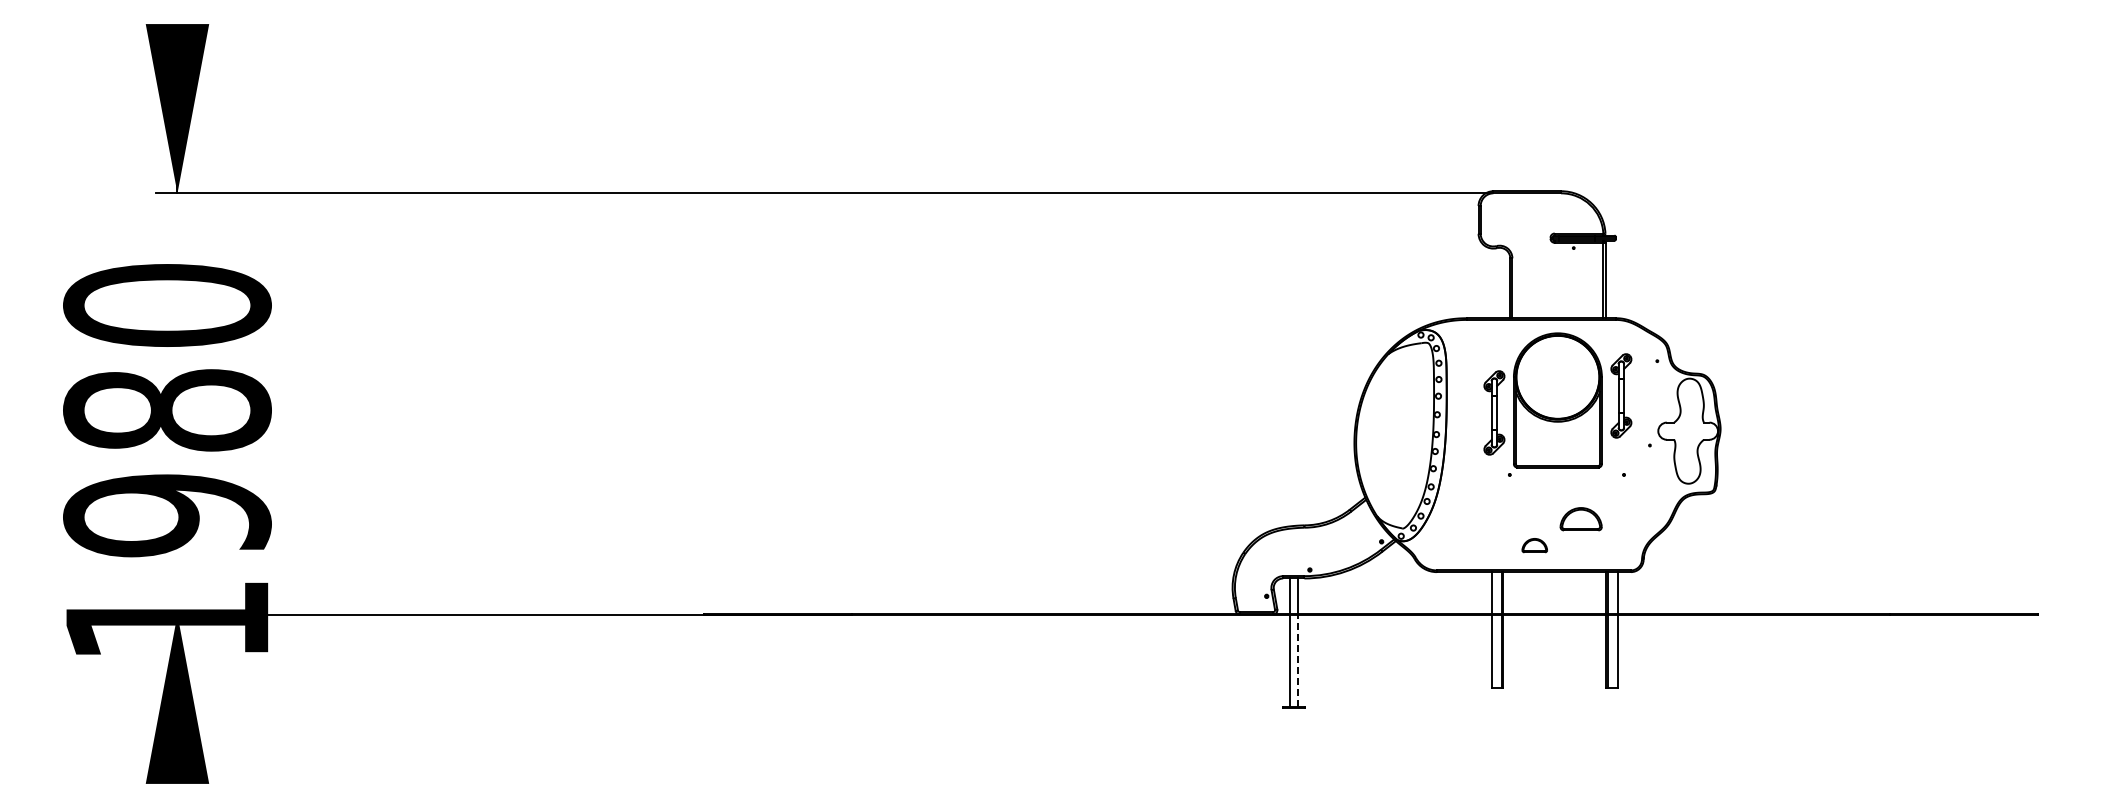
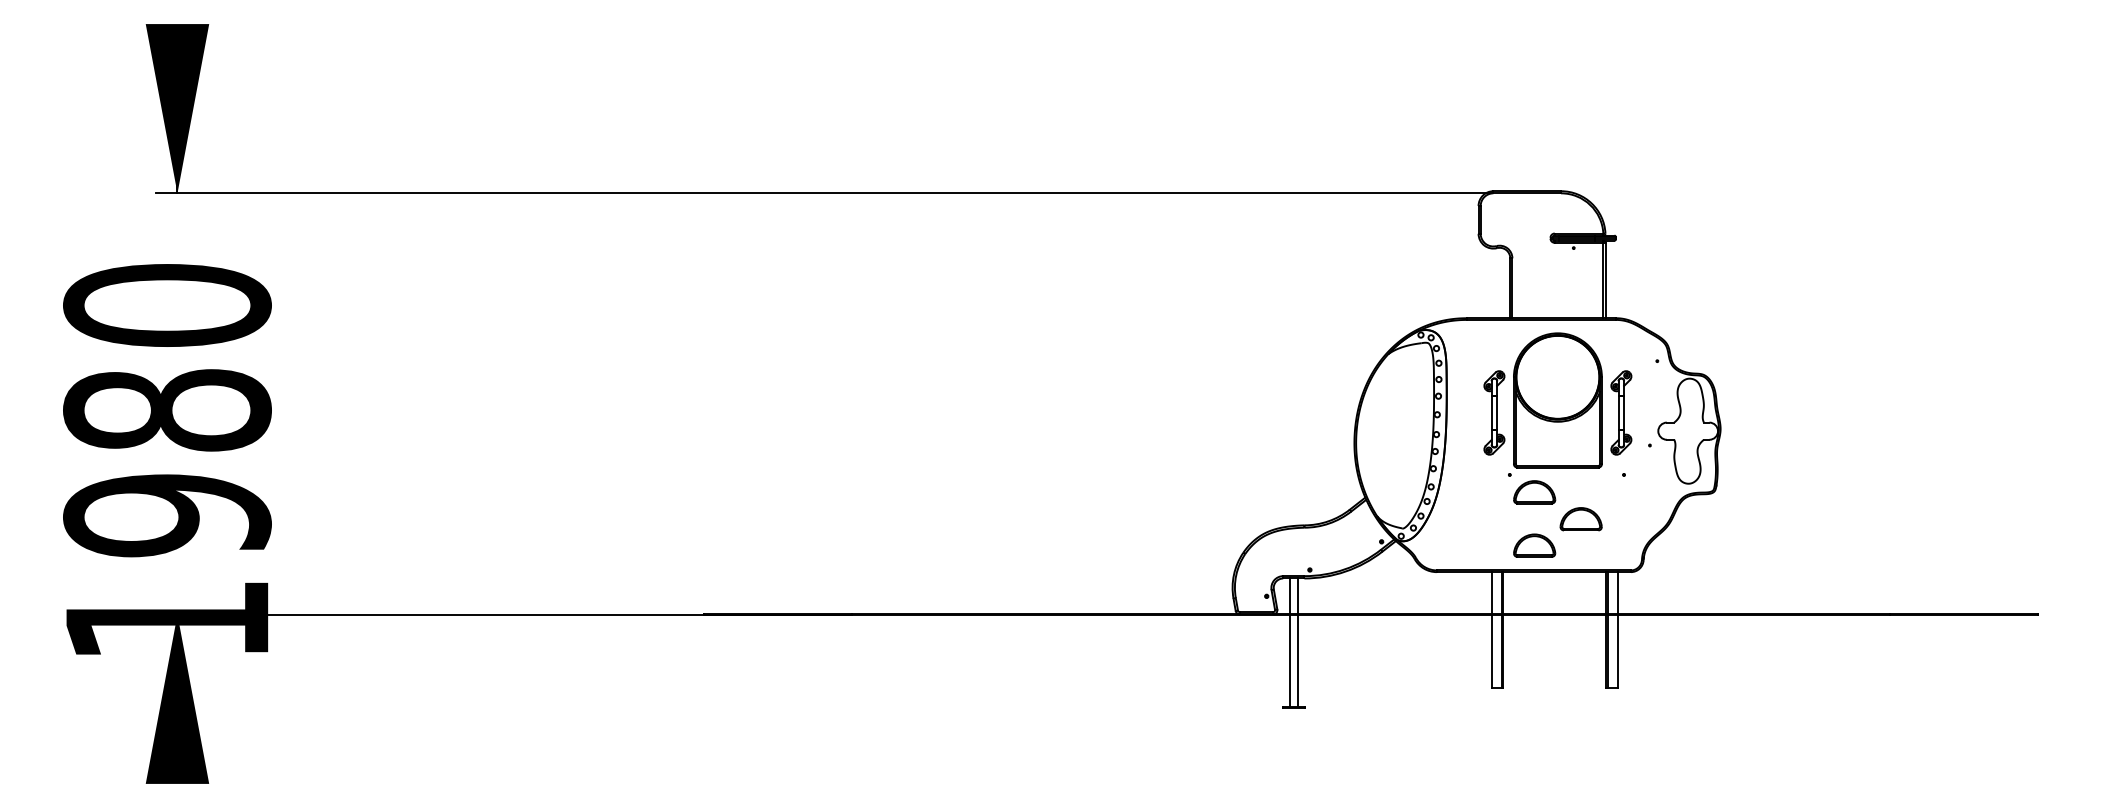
part at (1621, 395) position: (1621, 395) -> (1621, 412)
part at (1534, 492): none -> present
part at (1534, 545) size: 27x16 px -> 44x25 px
line at (1297, 660): dashed -> solid
